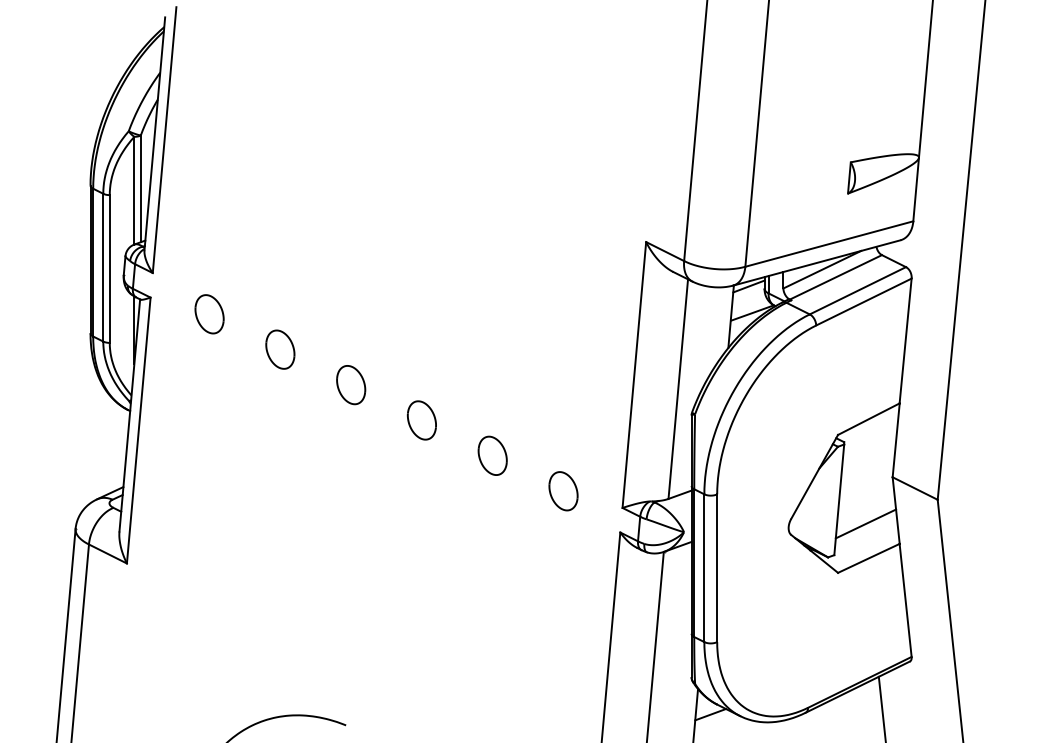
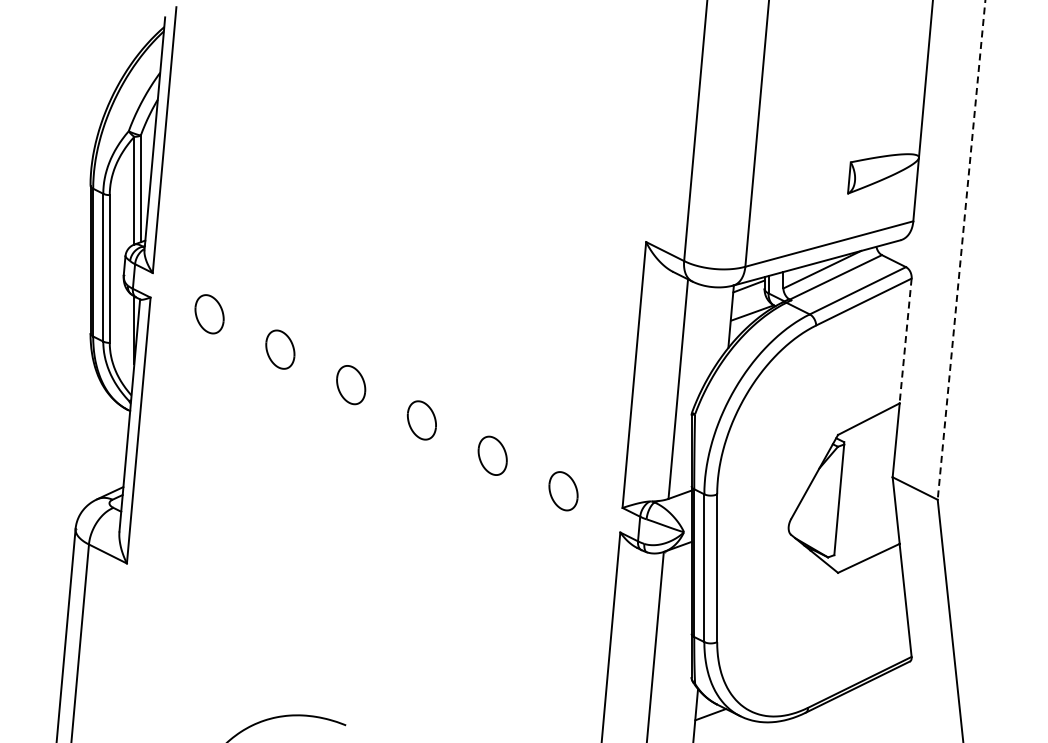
line at (961, 250): solid -> dashed
line at (905, 341): solid -> dashed
line at (865, 523): present -> none
line at (881, 707): present -> none
